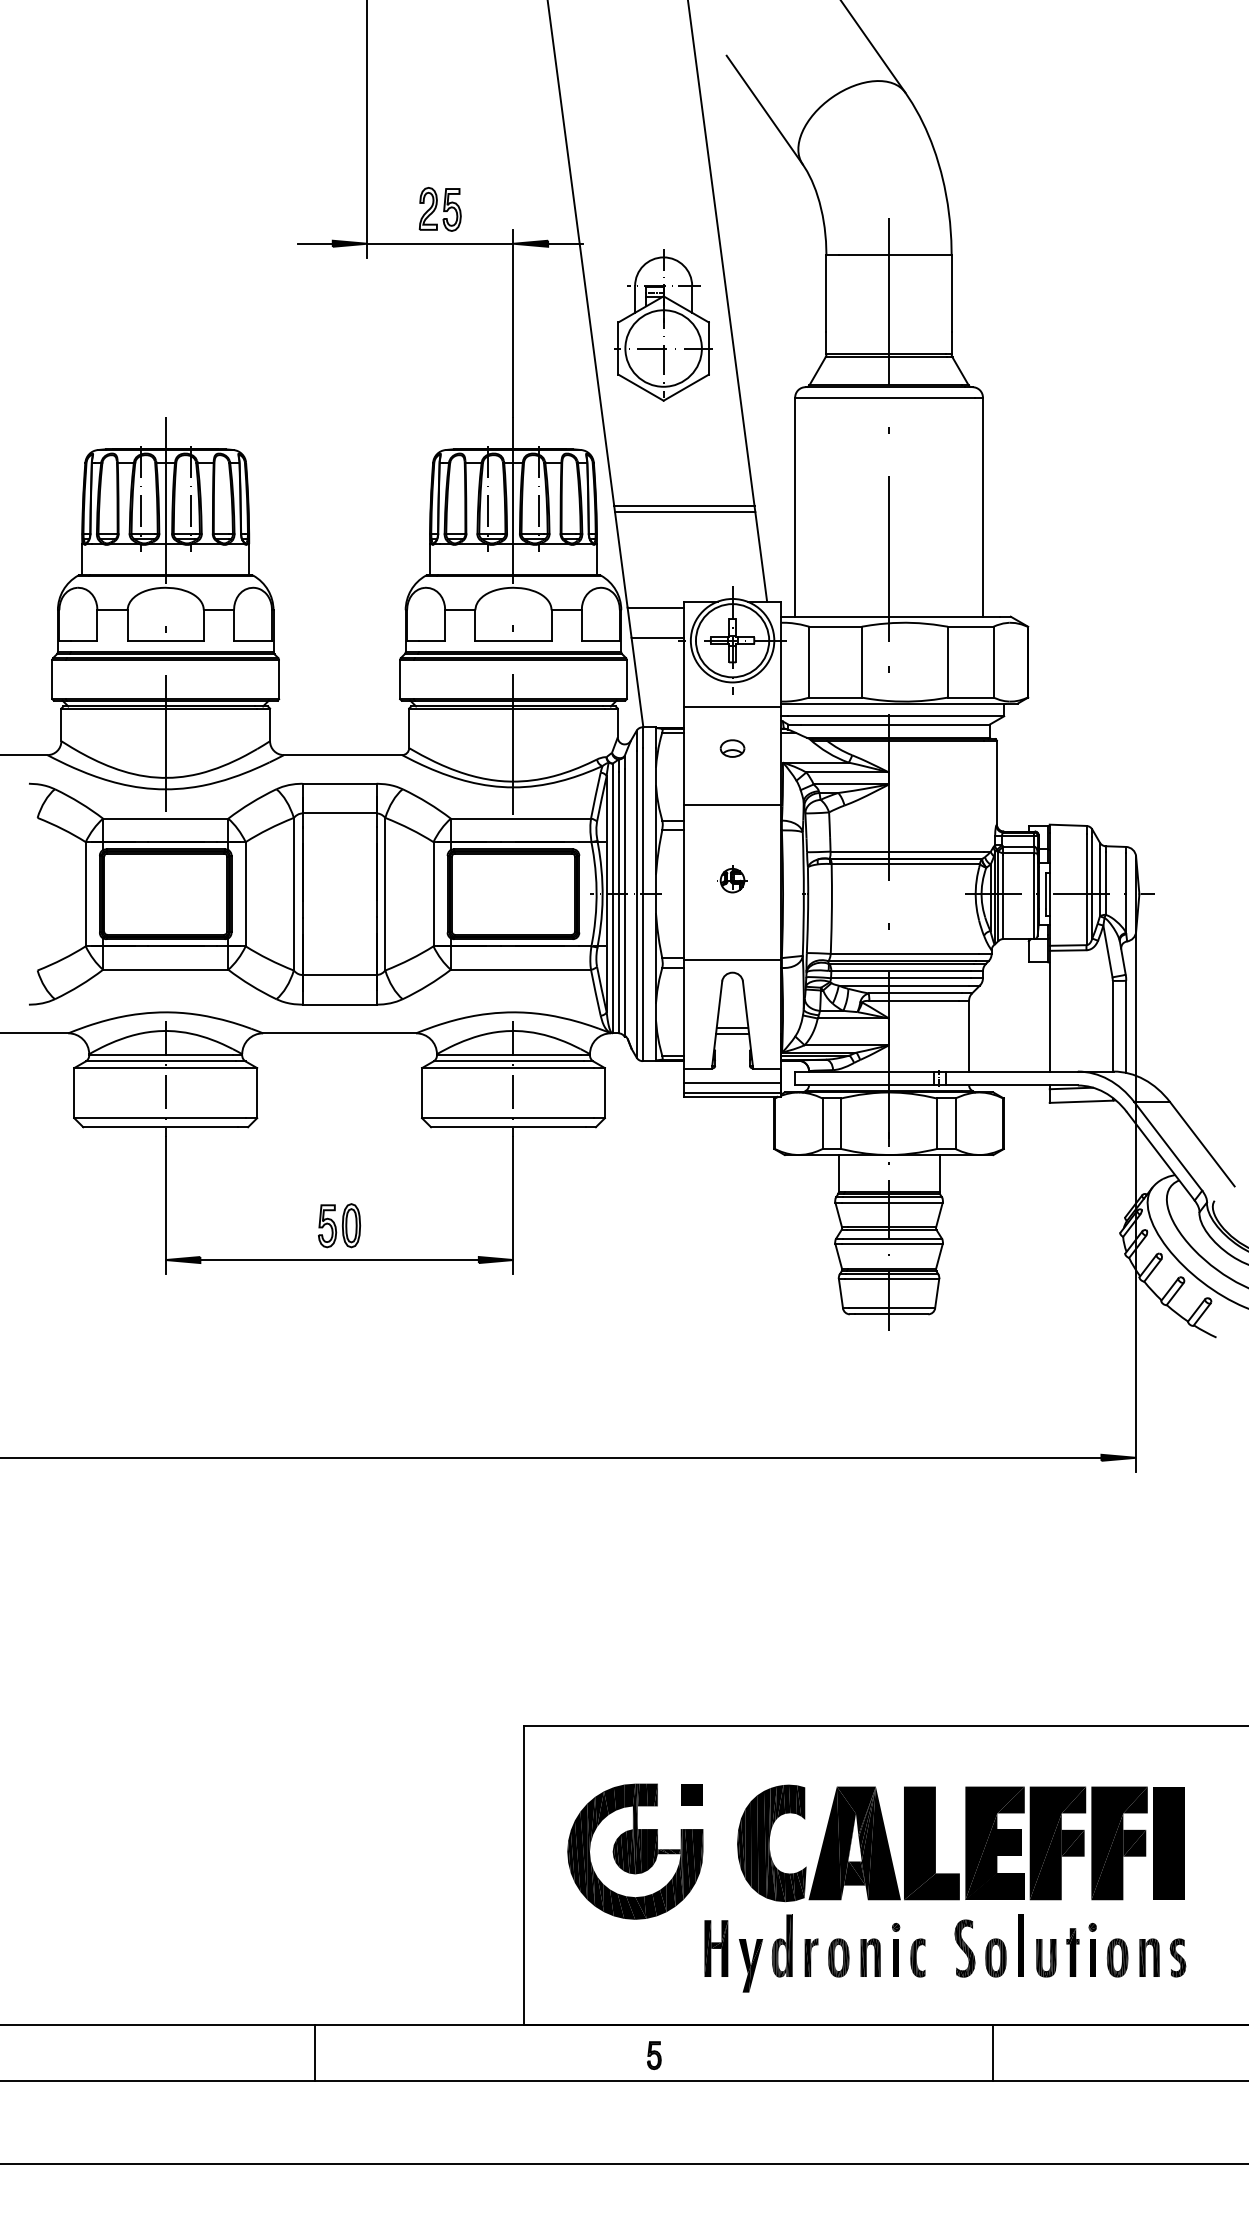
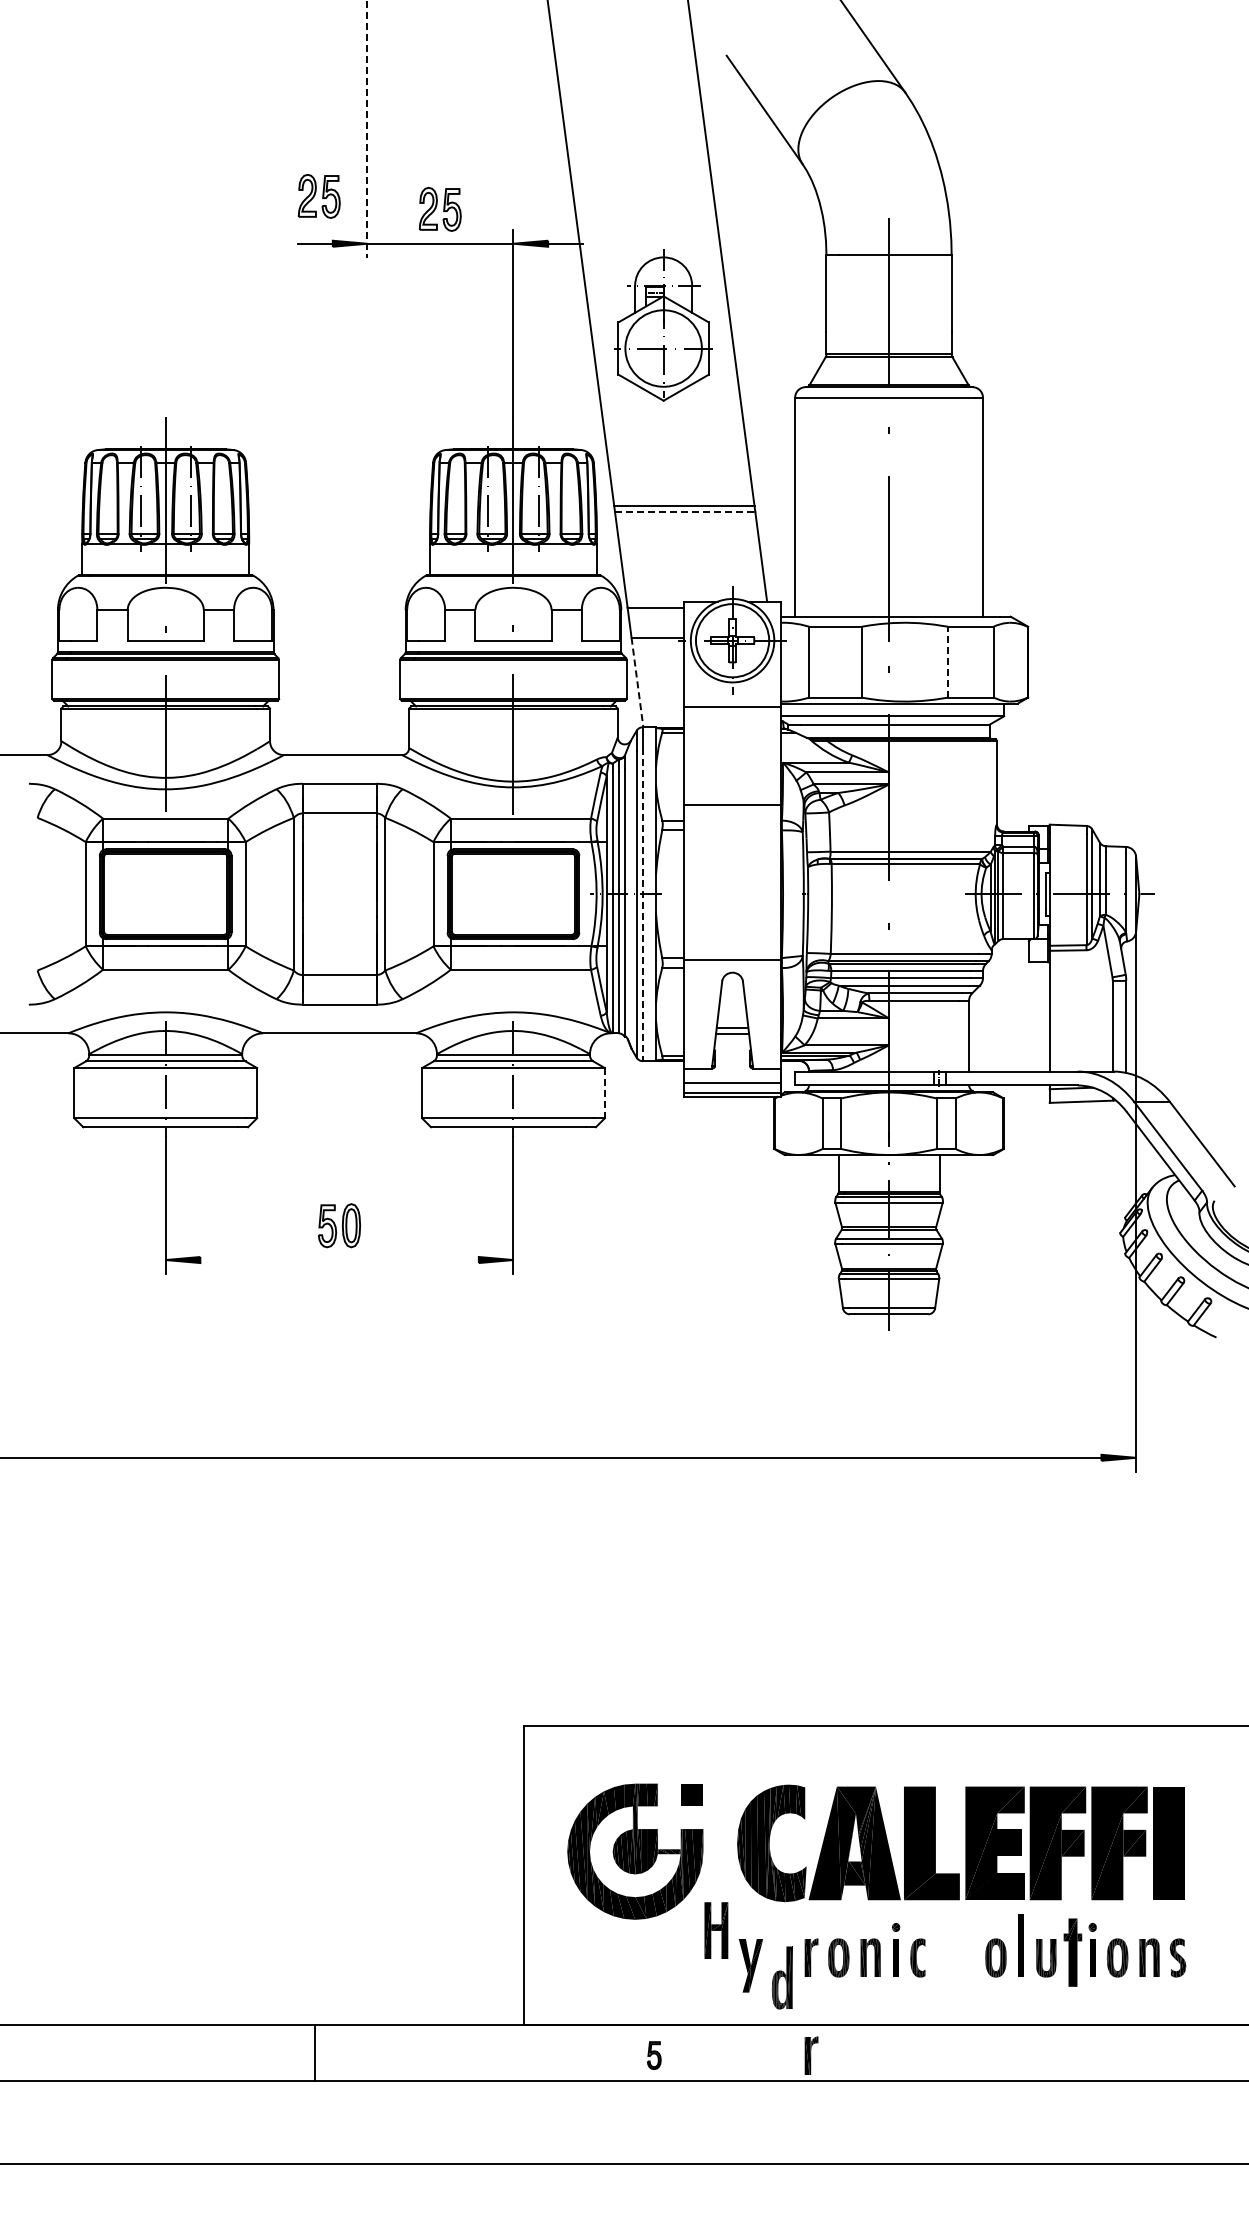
line at (367, 128): solid -> dashed
part at (318, 196): none -> present
line at (685, 512): solid -> dashed
line at (948, 661): solid -> dashed
line at (637, 683): solid -> dashed
part at (732, 748): present -> none
part at (732, 879): present -> none
line at (642, 904): solid -> dashed
line at (604, 1093): solid -> dashed
line at (339, 1260): present -> none
part at (781, 1945) position: (781, 1945) -> (781, 1977)
part at (716, 1948) position: (716, 1948) -> (716, 1930)
part at (964, 1948): present -> none
part at (1072, 1952) size: 14x49 px -> 20x69 px
line at (993, 2052): present -> none
part at (811, 2055): none -> present
